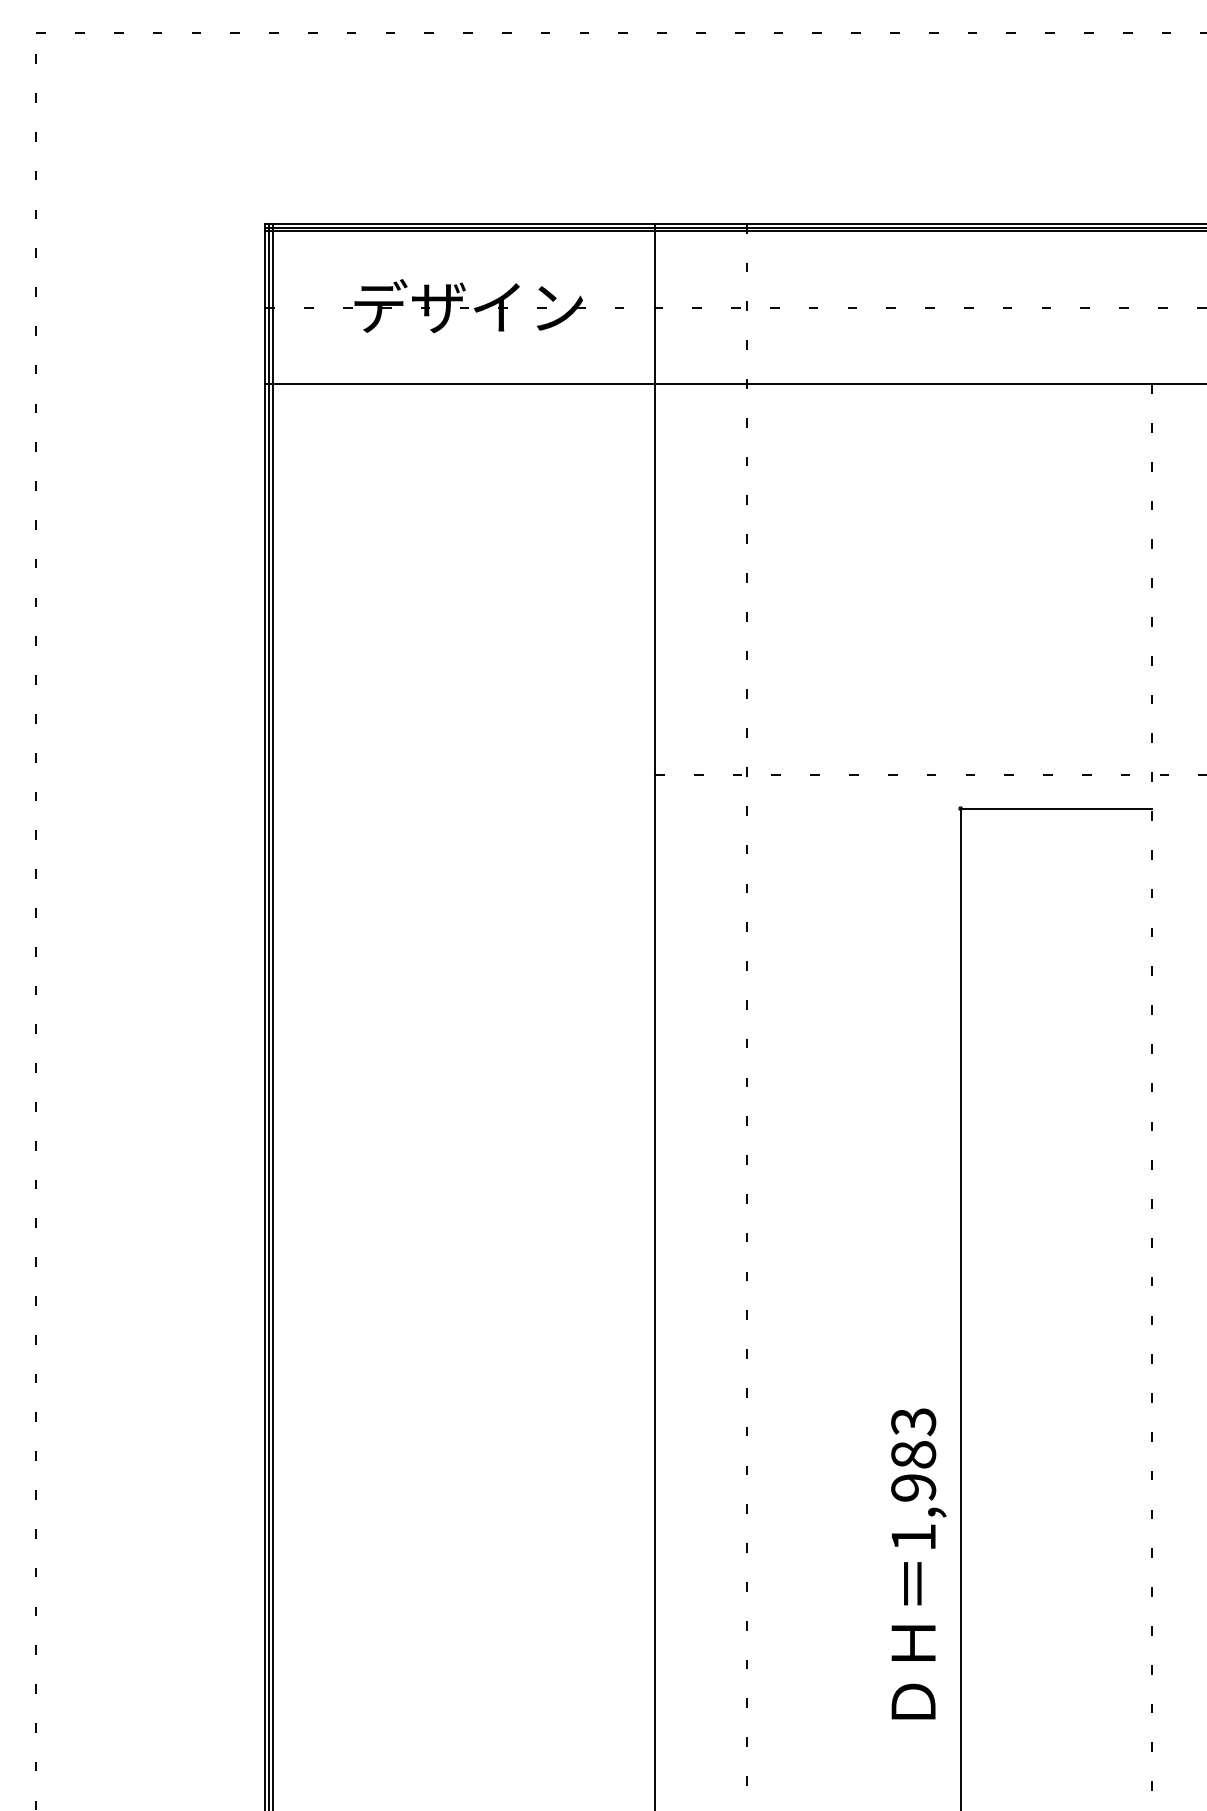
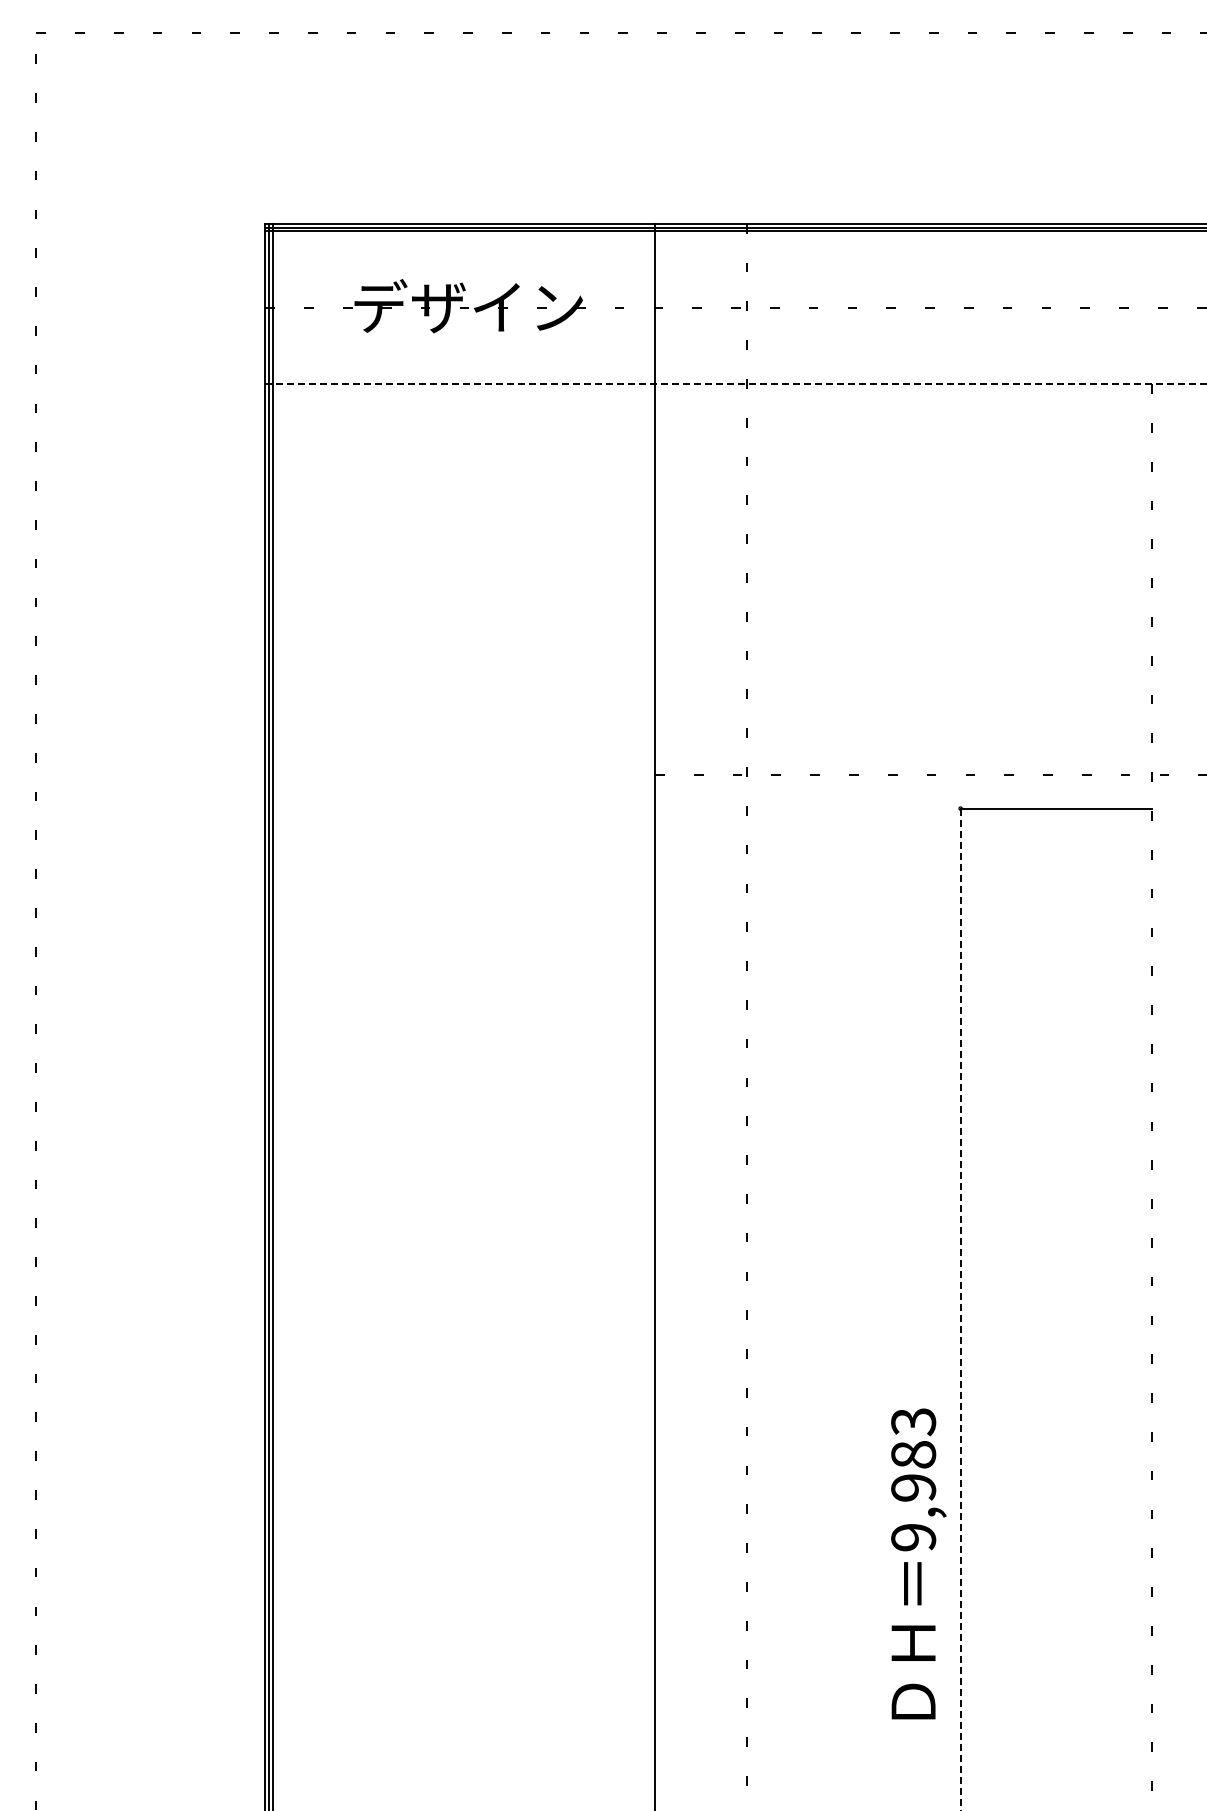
line at (736, 384): solid -> dashed
line at (960, 1309): solid -> dashed
text at (913, 1537): 1,983 -> 9,983
